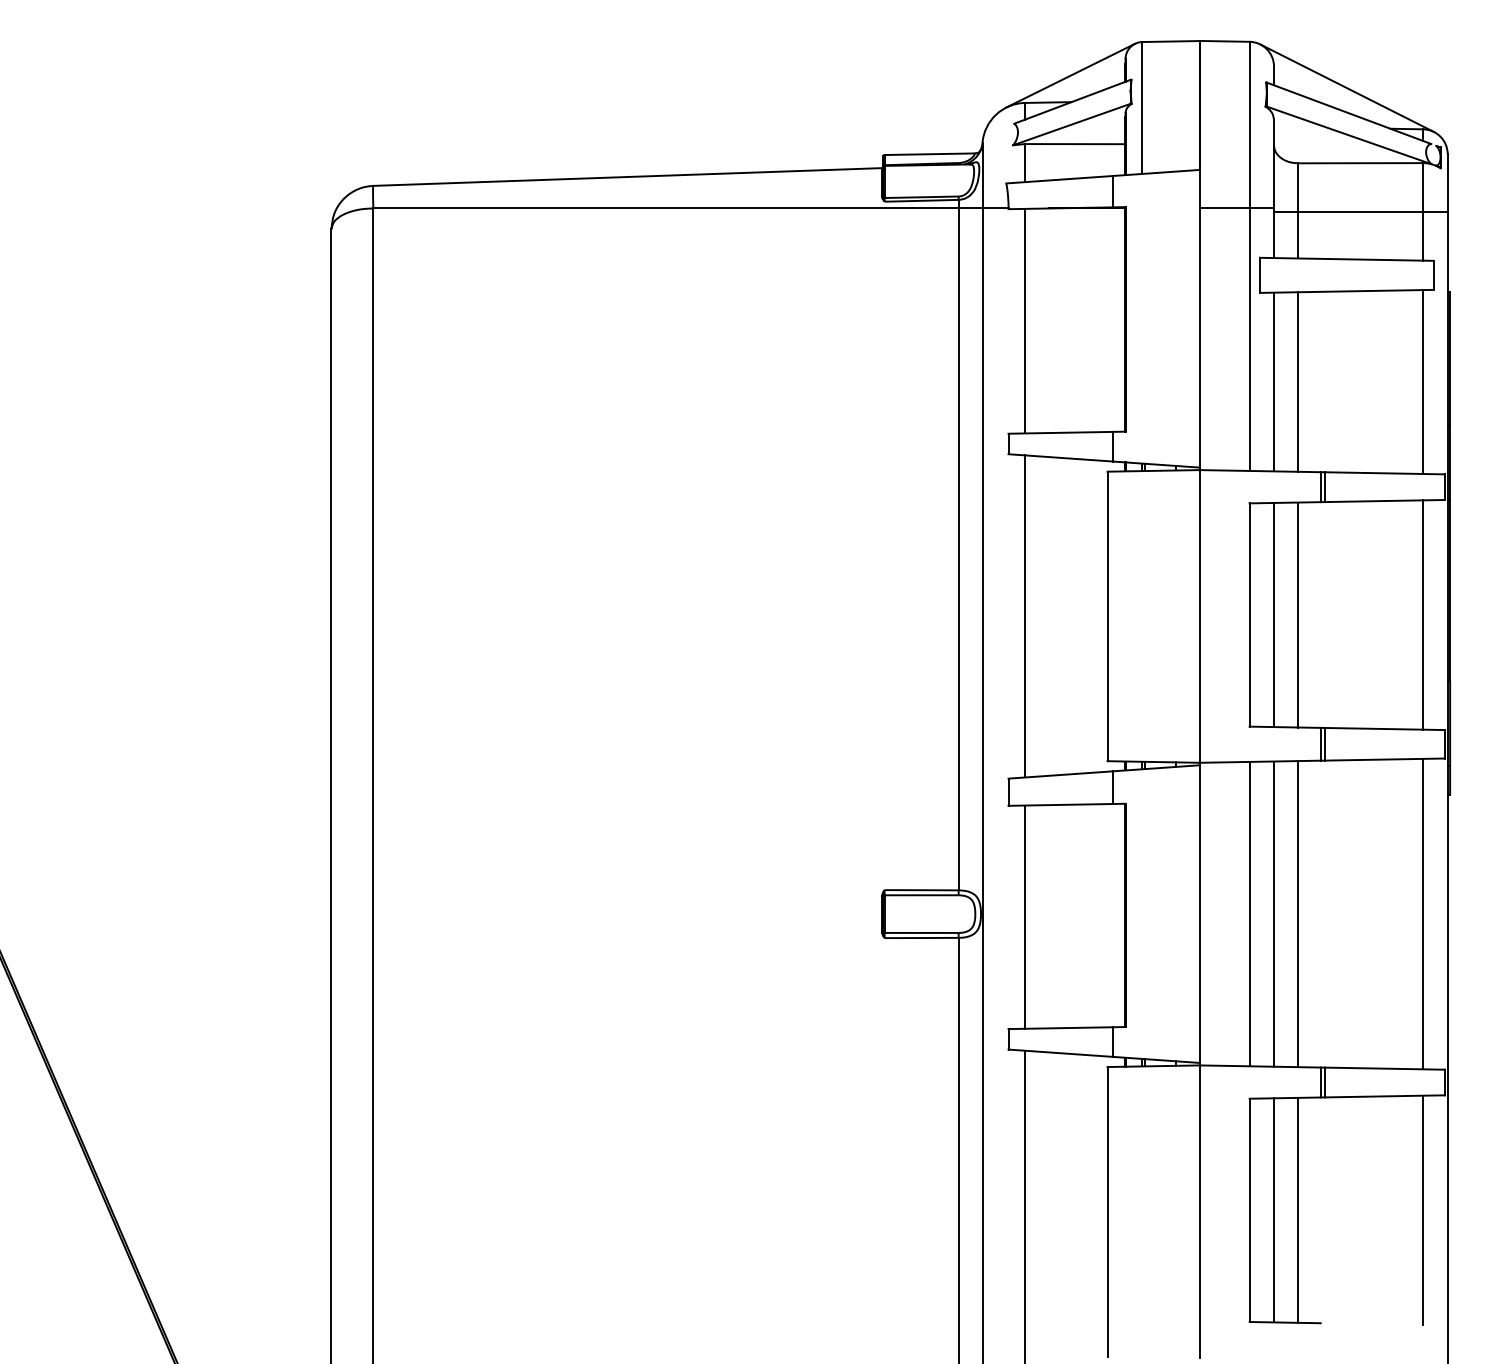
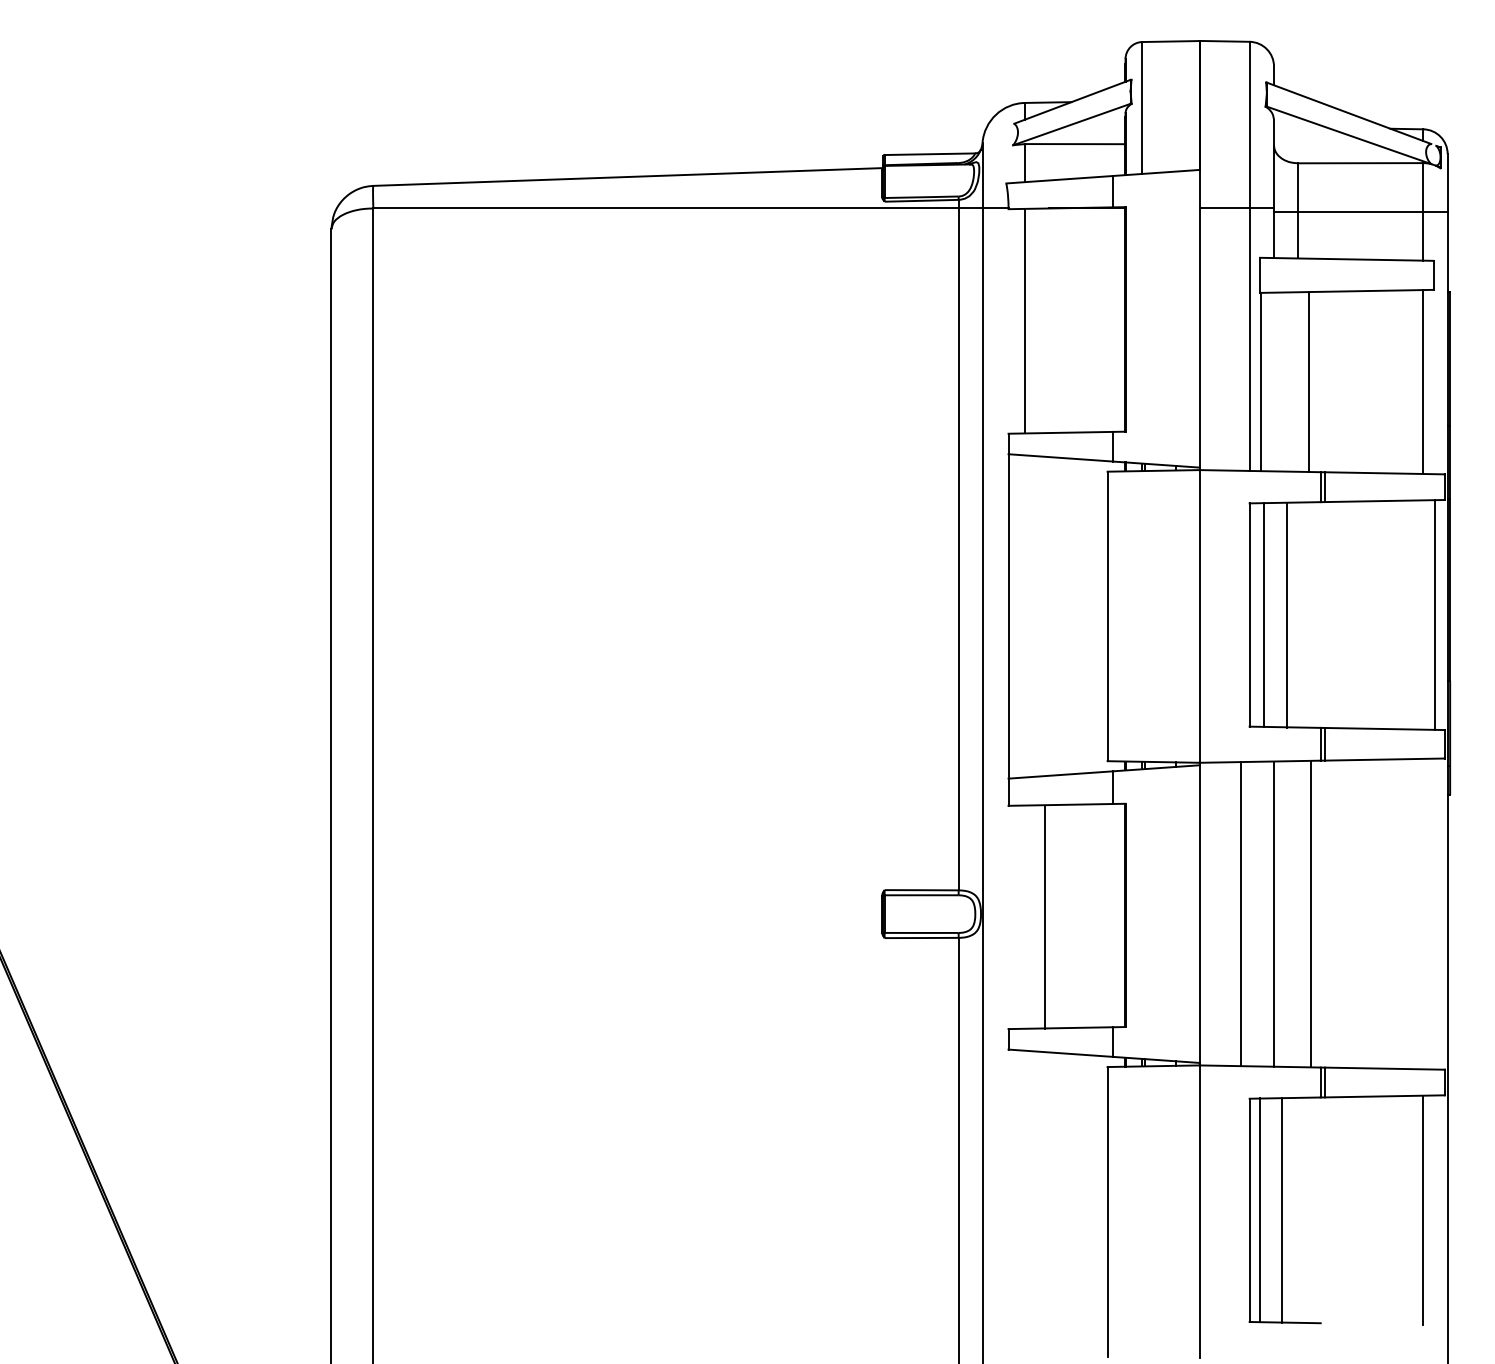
line at (1070, 75): present -> none
line at (1347, 87): present -> none
line at (1274, 381) position: (1274, 381) -> (1261, 381)
line at (1298, 381) position: (1298, 381) -> (1309, 381)
line at (1274, 614) position: (1274, 614) -> (1264, 614)
line at (1298, 614) position: (1298, 614) -> (1287, 614)
line at (1423, 614) position: (1423, 614) -> (1435, 614)
line at (1025, 616) position: (1025, 616) -> (1009, 616)
line at (1249, 913) position: (1249, 913) -> (1240, 913)
line at (1423, 913): present -> none
line at (1298, 914) position: (1298, 914) -> (1311, 914)
line at (1025, 916) position: (1025, 916) -> (1045, 916)
line at (1025, 1205): present -> none
line at (1298, 1209) position: (1298, 1209) -> (1282, 1209)
line at (1274, 1210) position: (1274, 1210) -> (1260, 1210)
